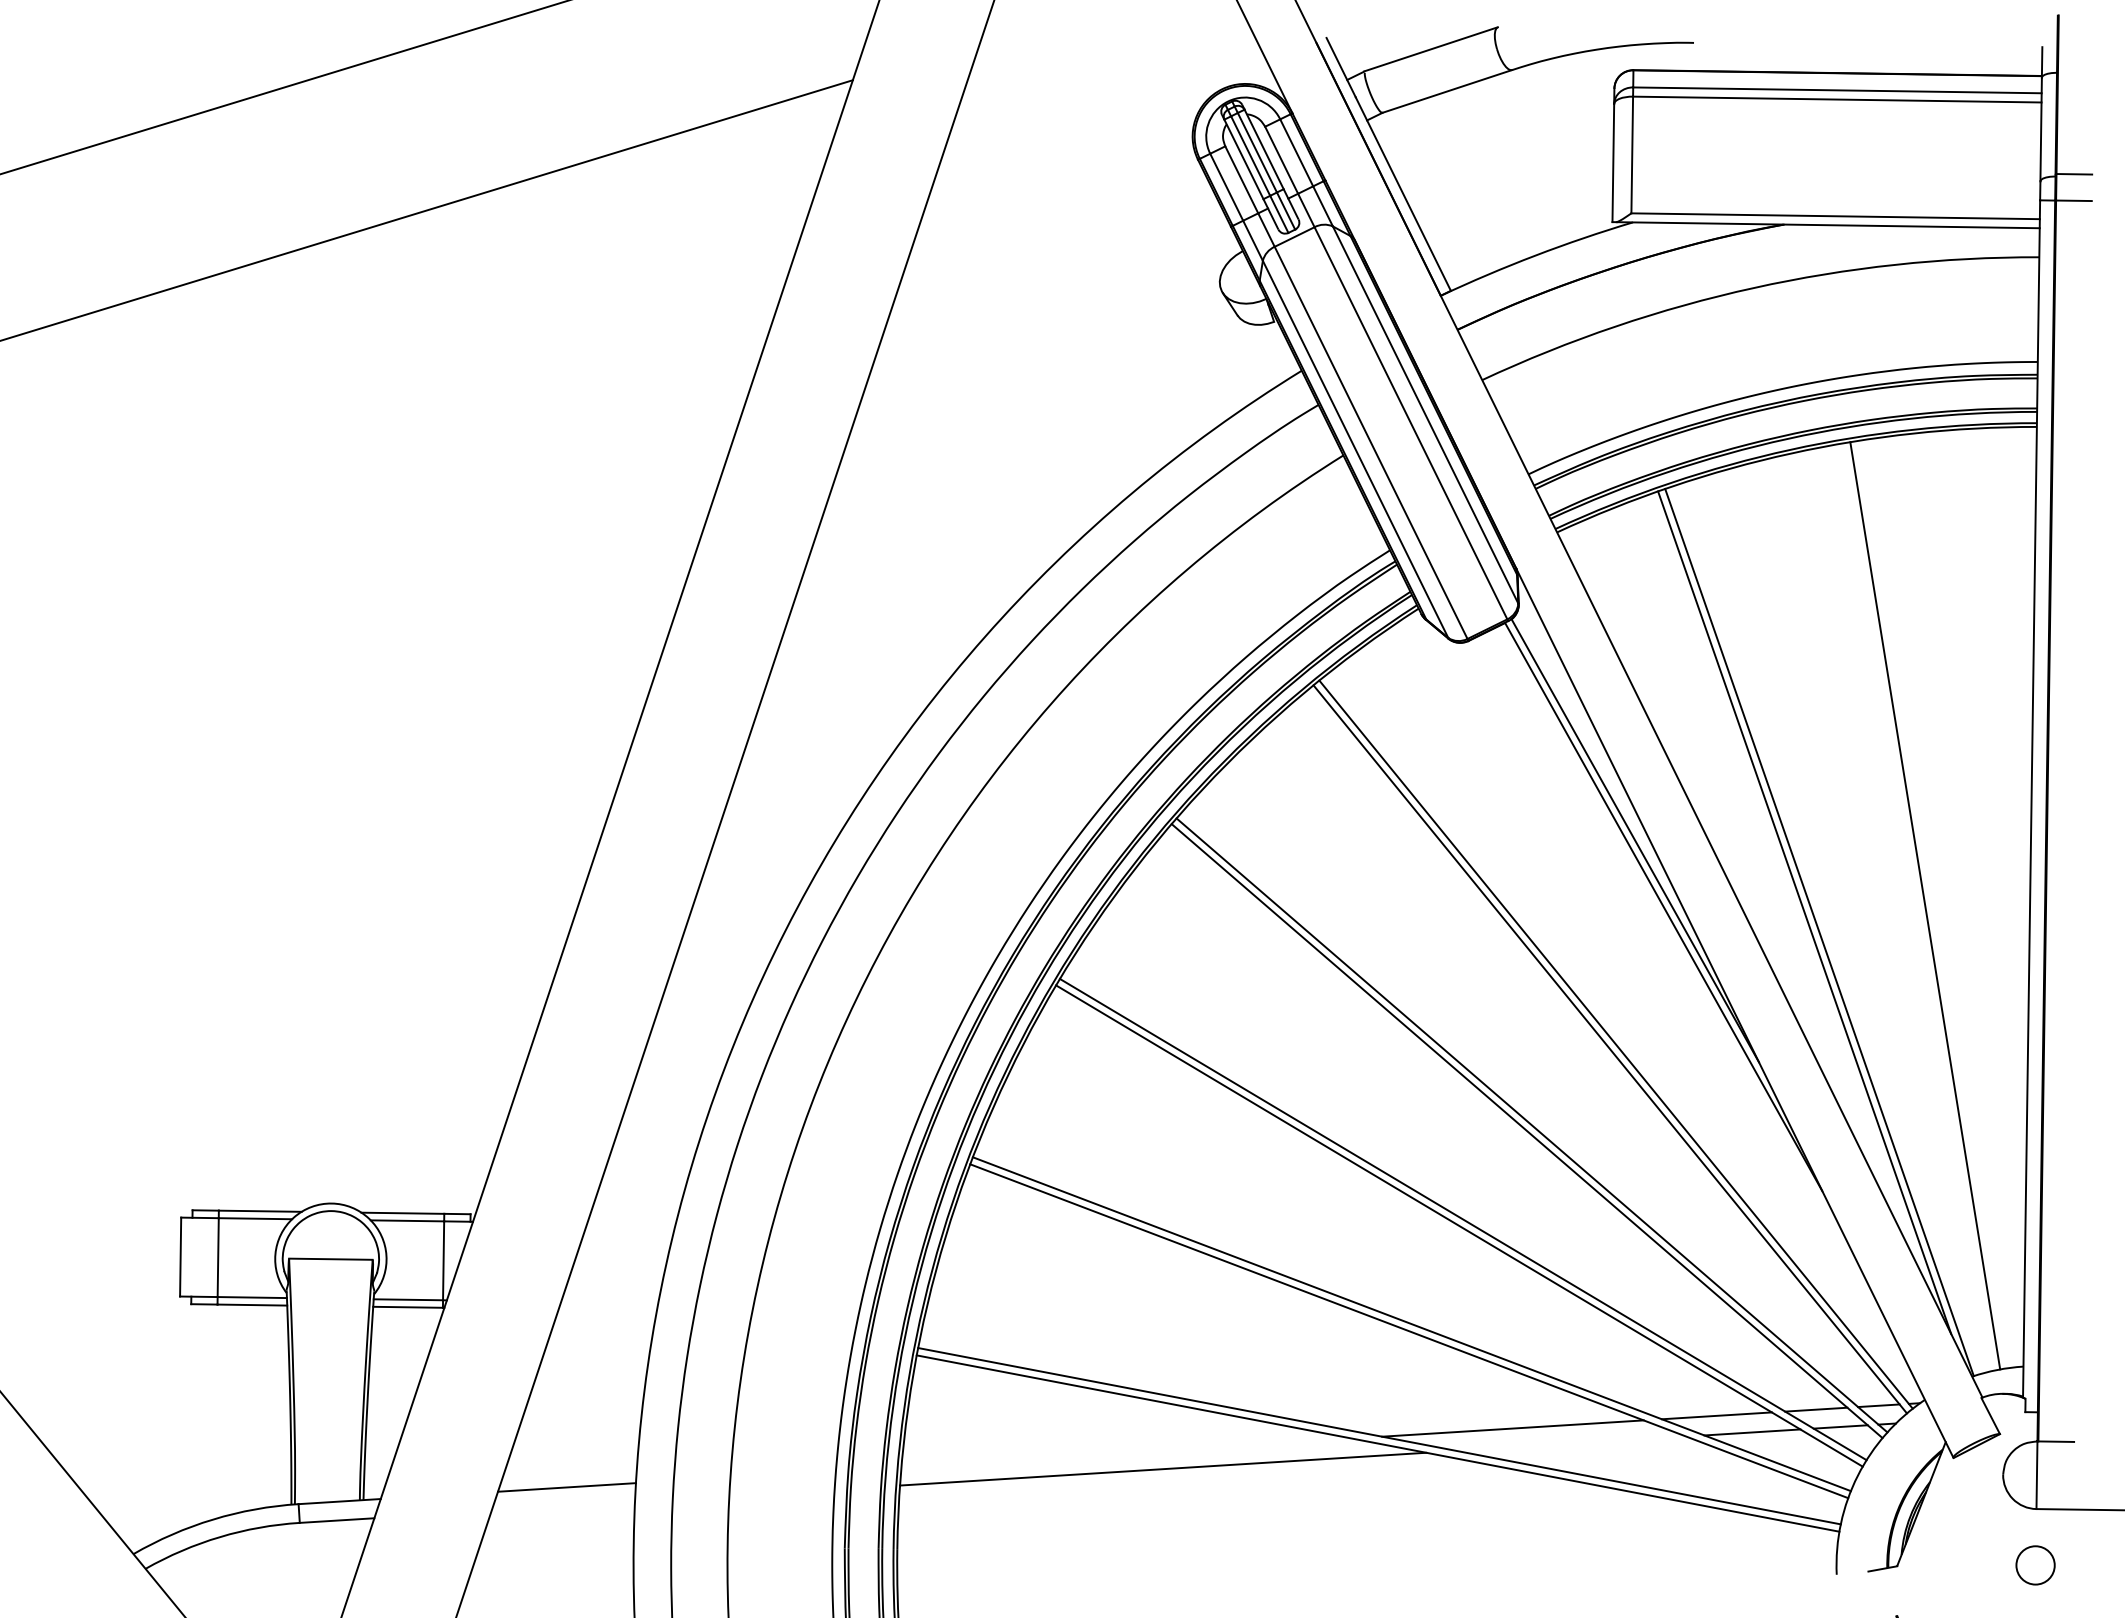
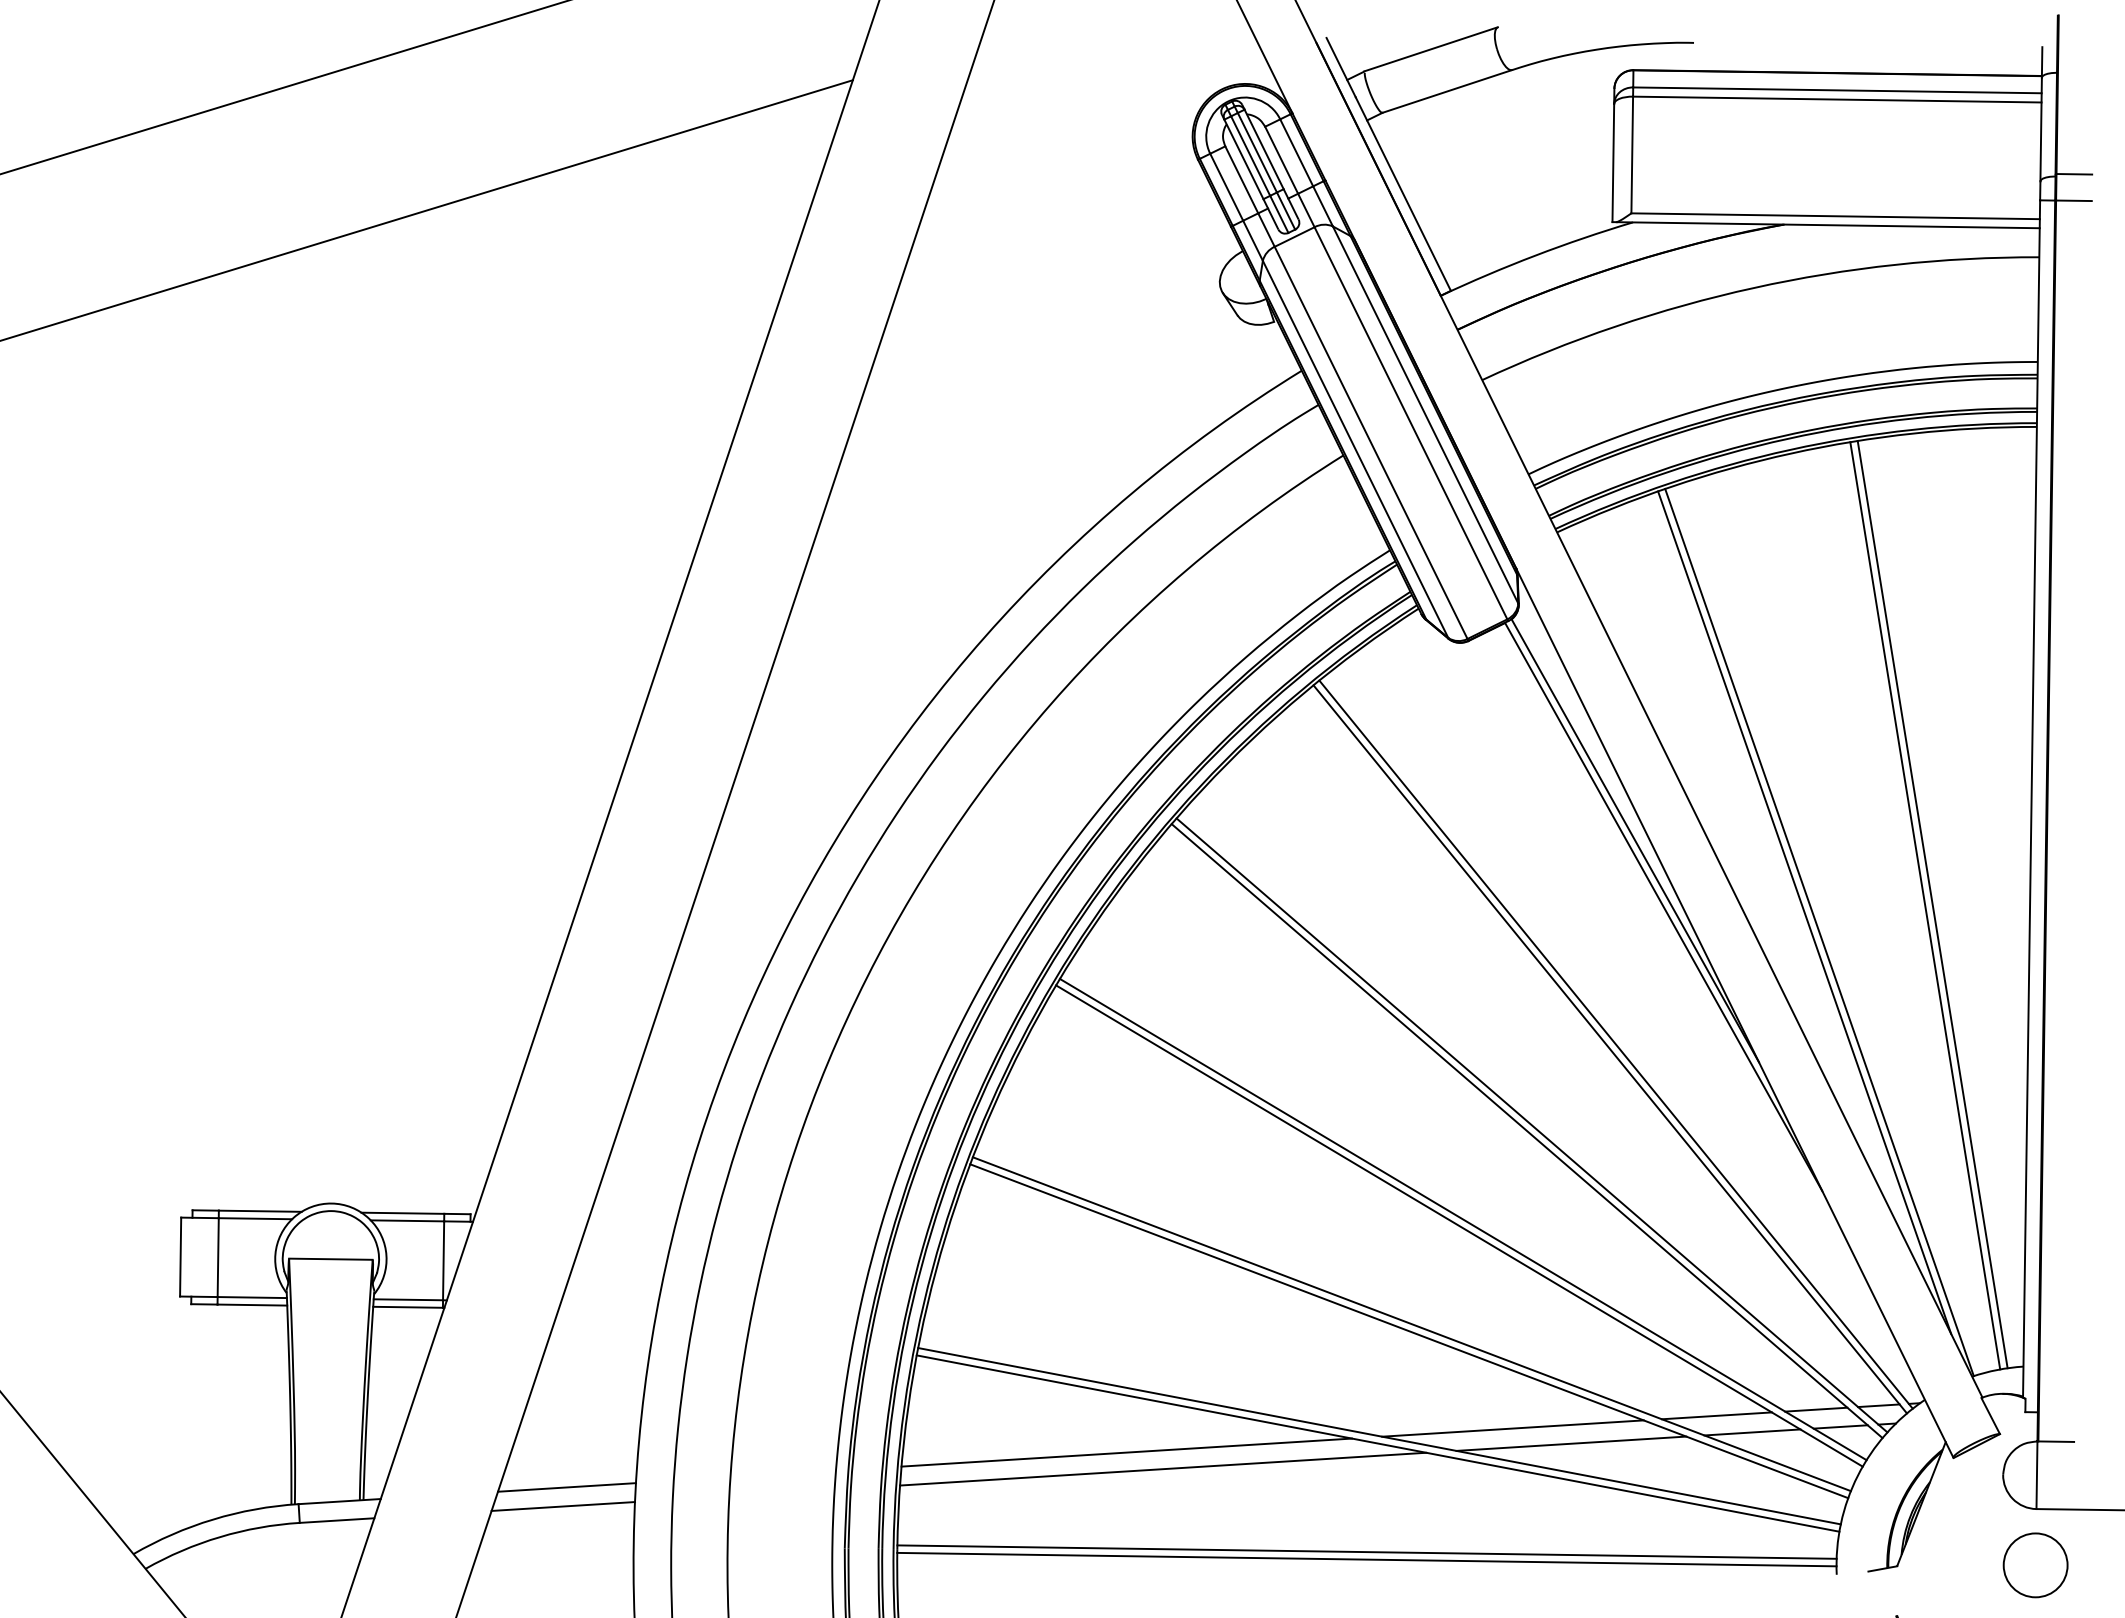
line at (1932, 904): none -> present
line at (1571, 1443): none -> present
line at (1126, 1452): none -> present
line at (563, 1506): none -> present
line at (1366, 1551): none -> present
line at (1366, 1559): none -> present
circle at (2035, 1565) size: 41x41 px -> 67x67 px
